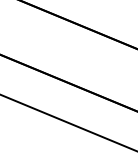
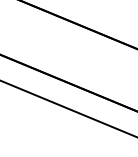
line at (68, 122) position: (68, 122) -> (68, 108)
